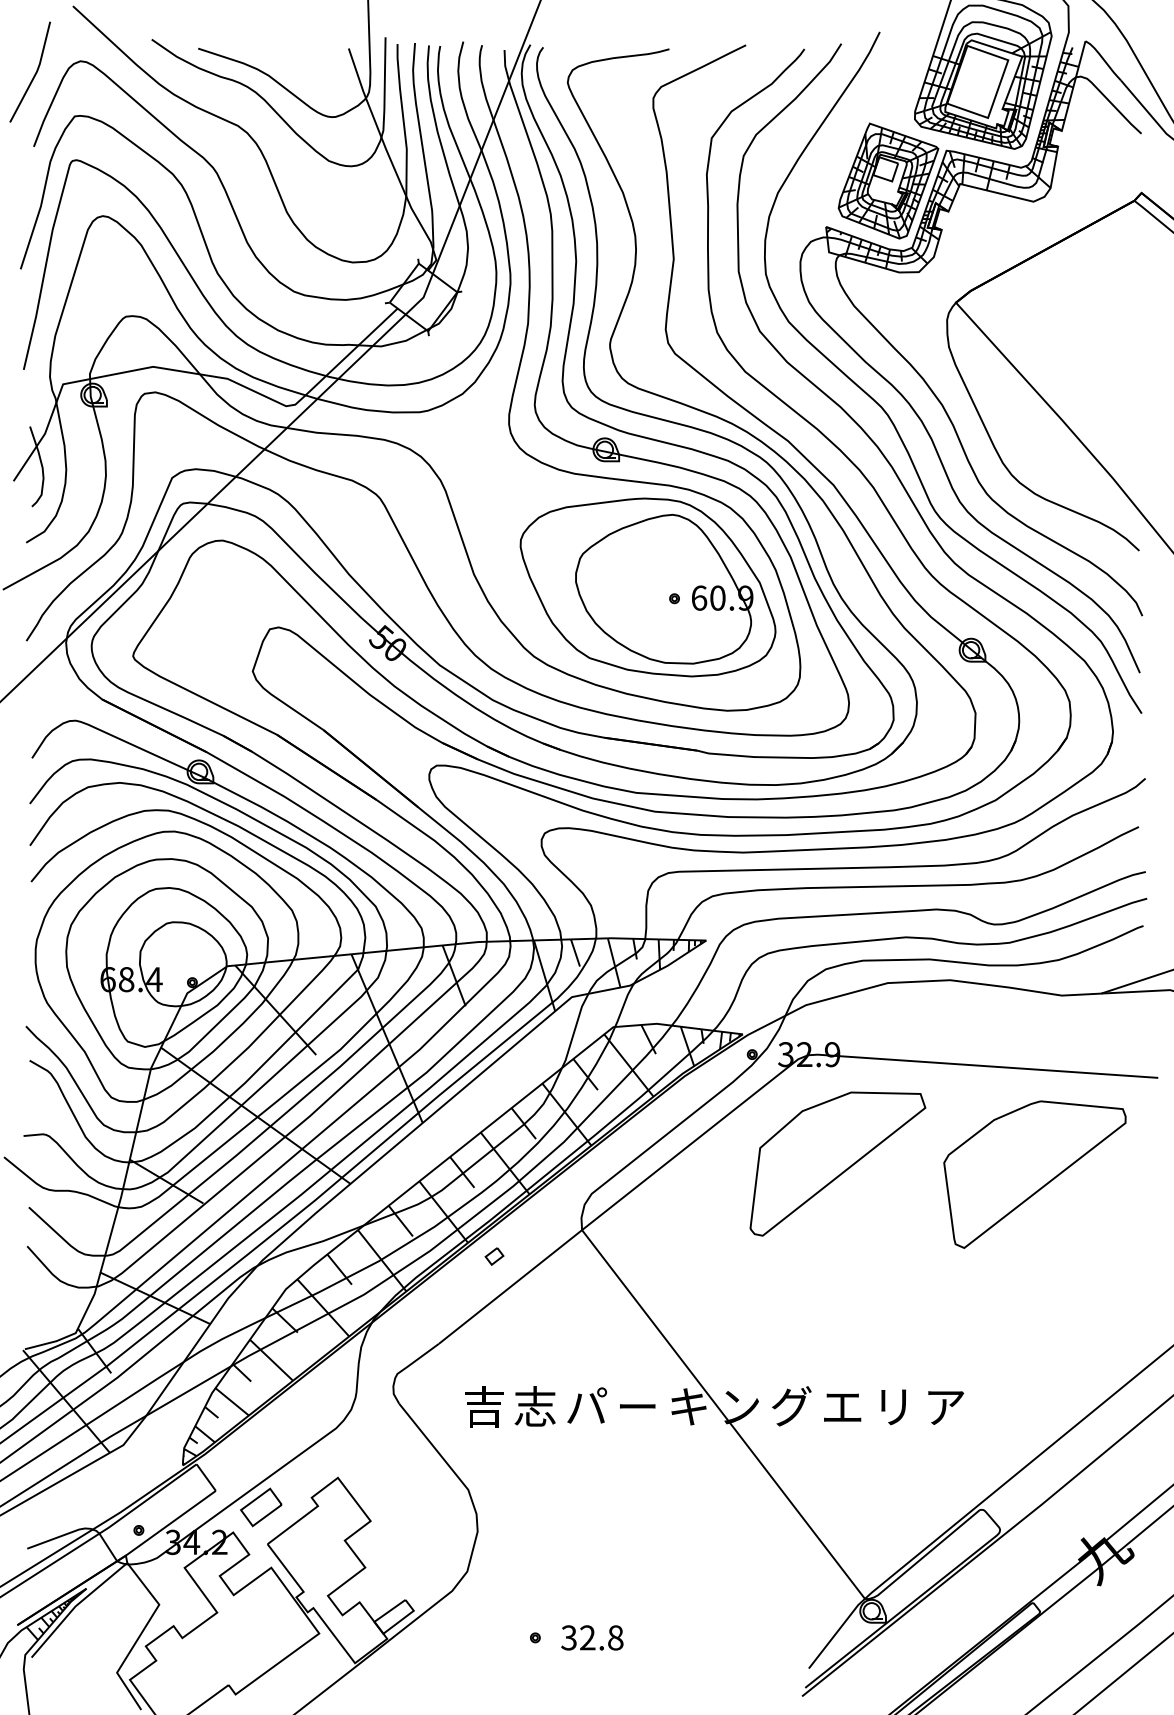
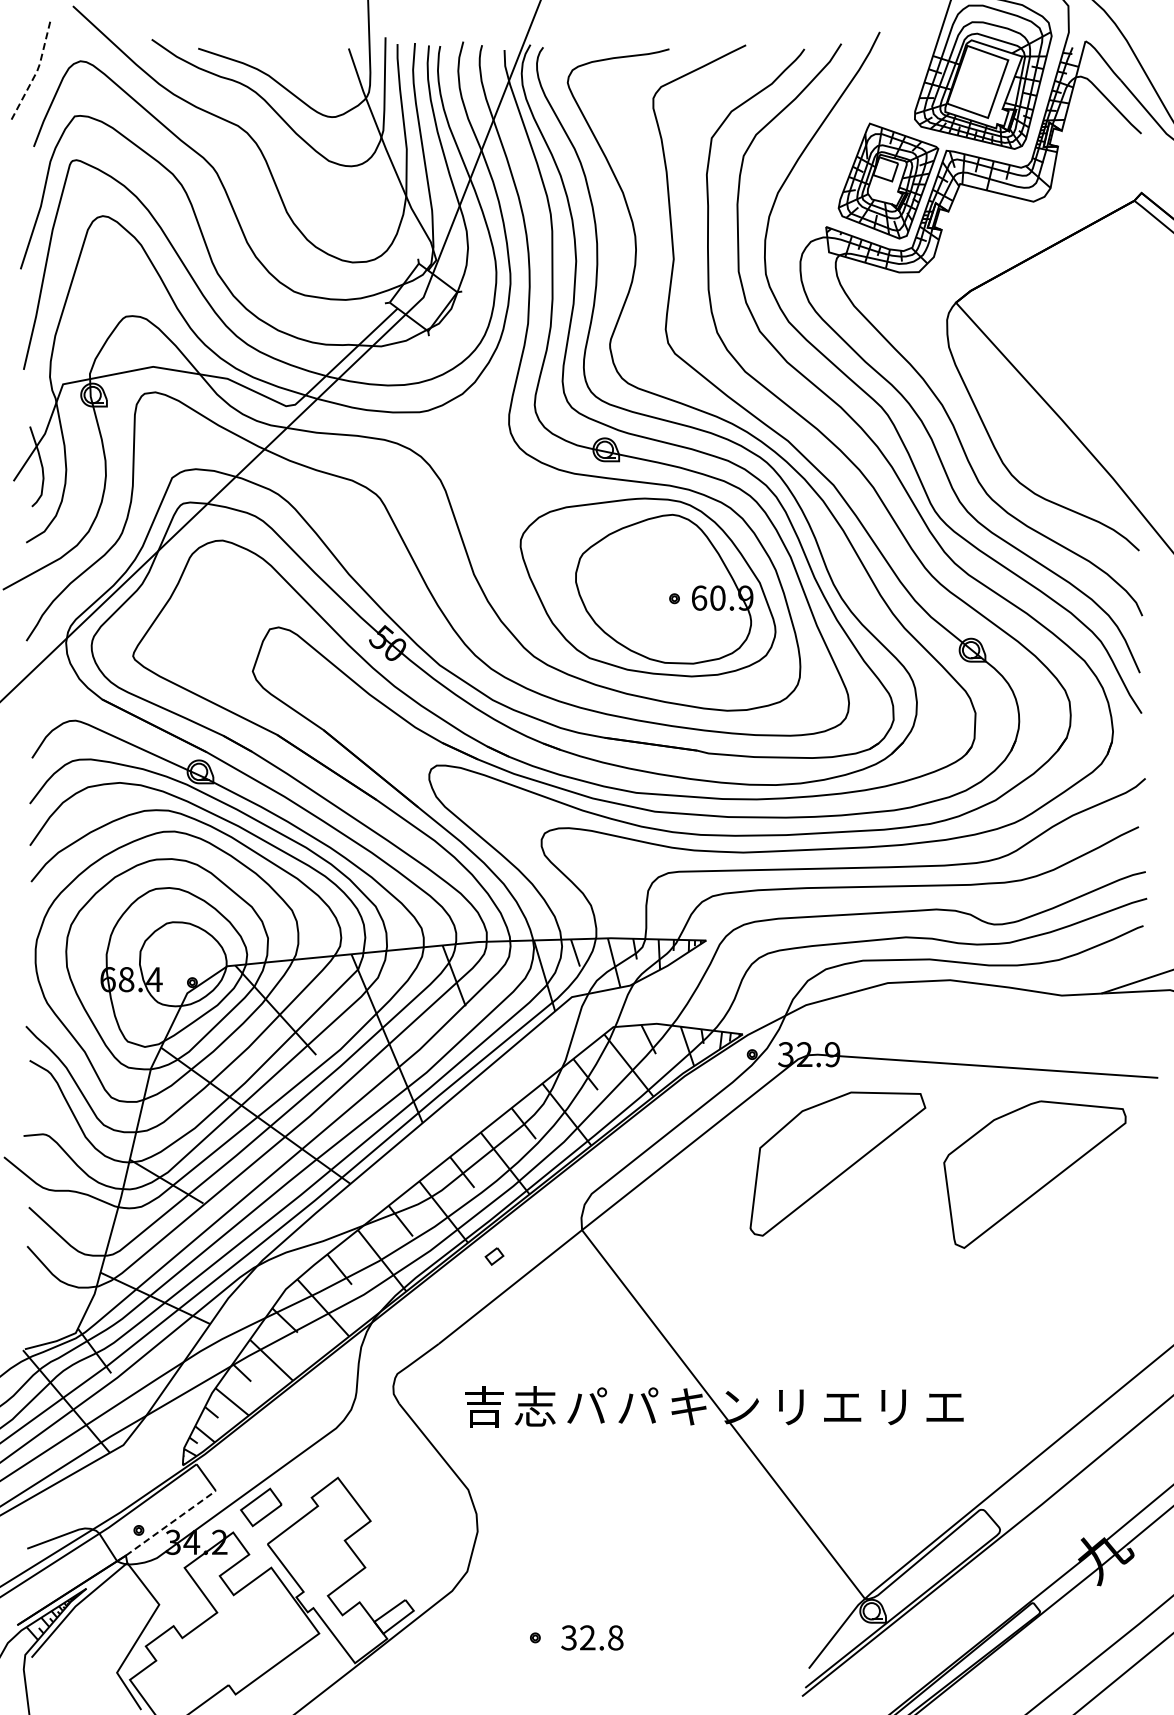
line at (36, 73): solid -> dashed
text at (638, 1405): ー -> パ
text at (791, 1406): グ -> リ
text at (945, 1407): ア -> エ
line at (171, 1522): solid -> dashed
